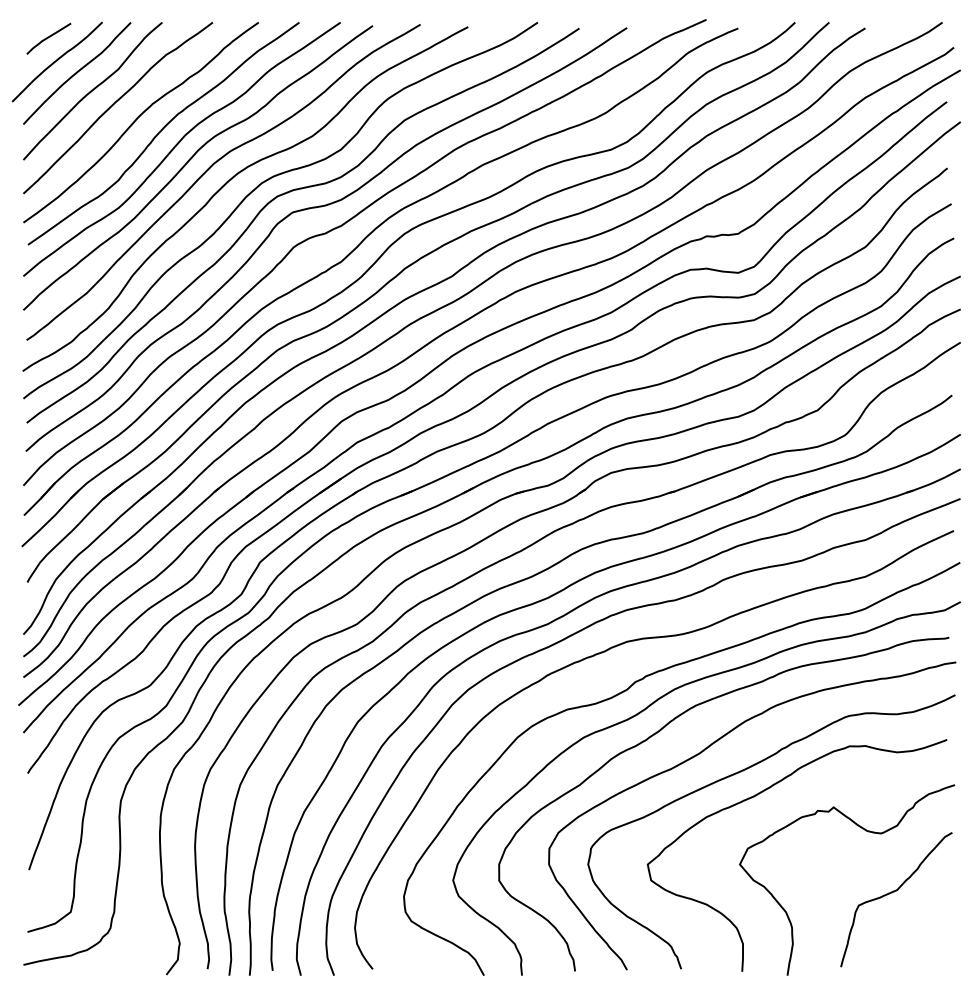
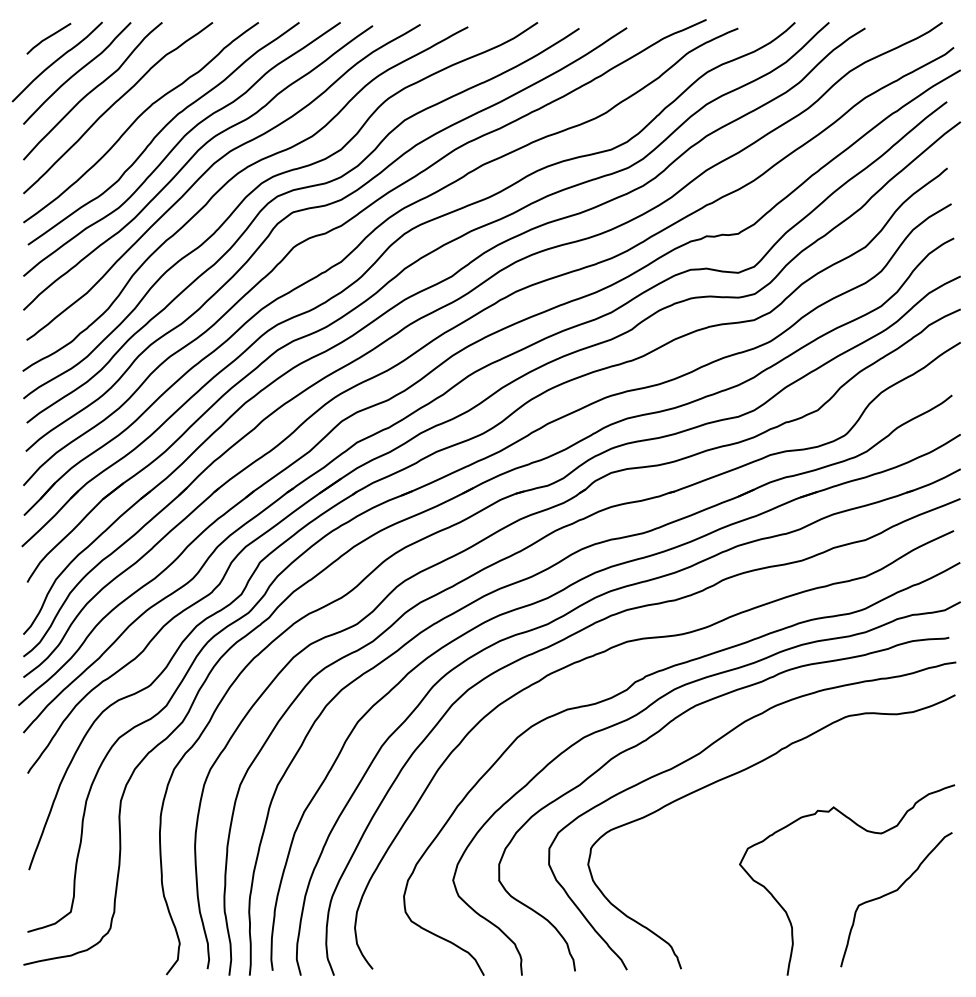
curve at (761, 793): present -> none
